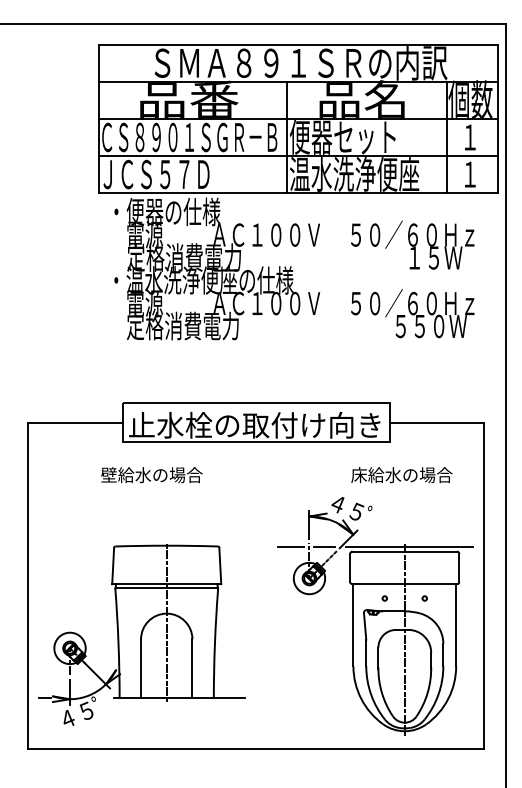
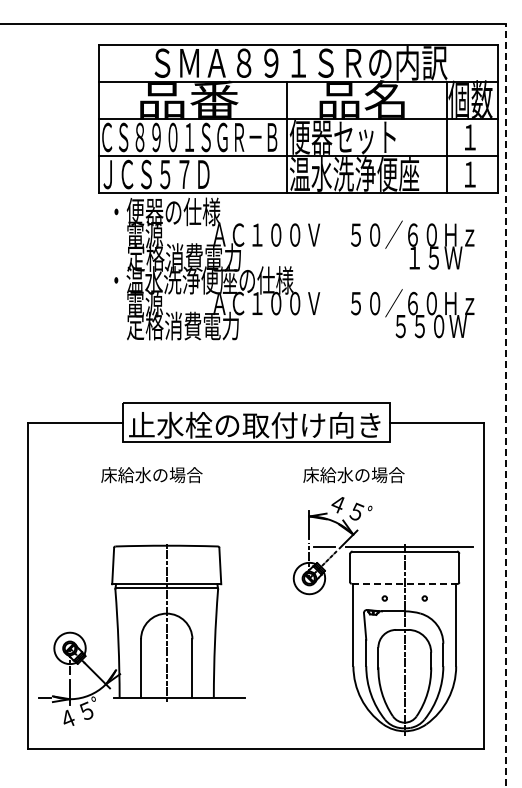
line at (506, 405): solid -> dashed
text at (108, 475): 壁給水の場合 -> 床給水の場合
text at (401, 475) position: (401, 475) -> (353, 475)
line at (291, 547): present -> none
line at (405, 583): solid -> dashed
